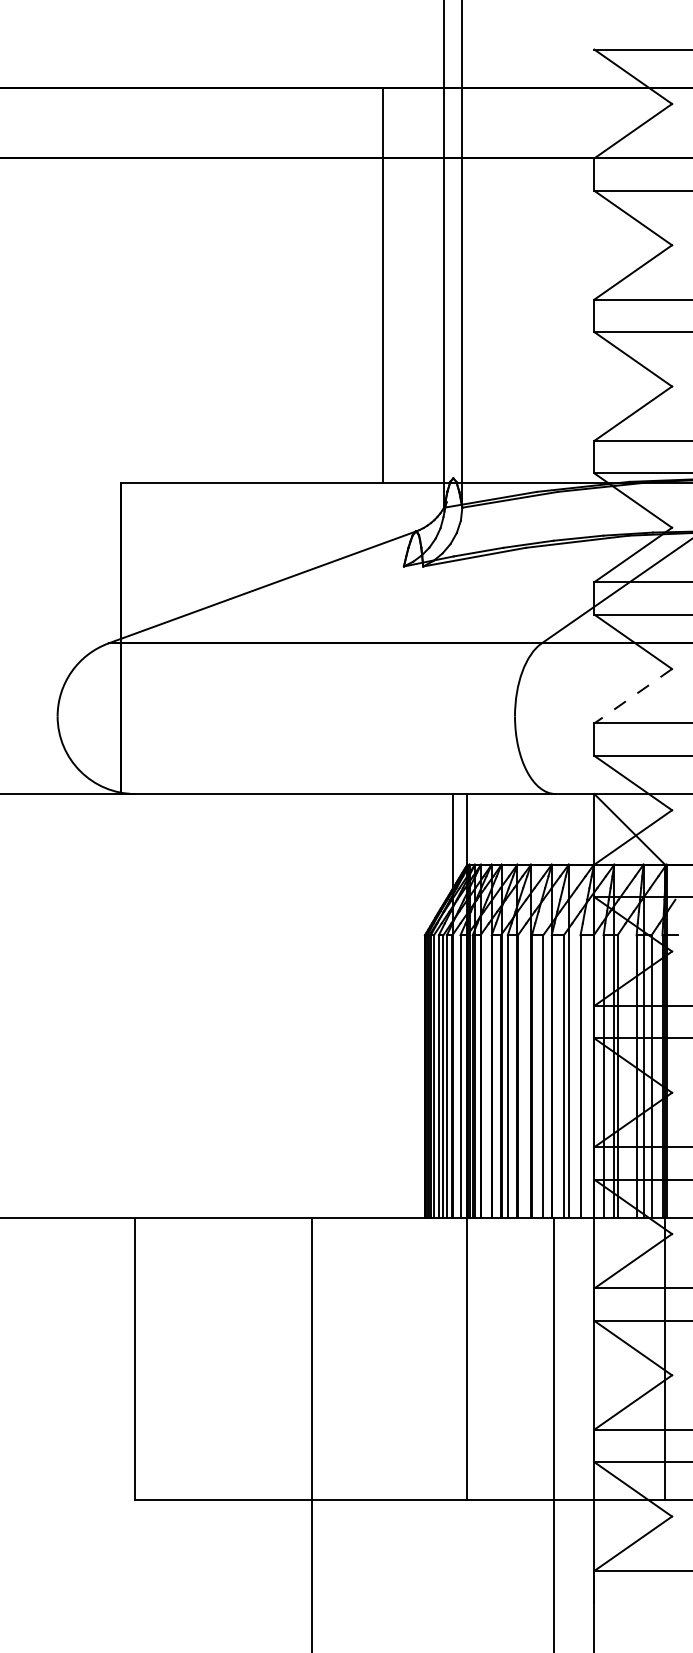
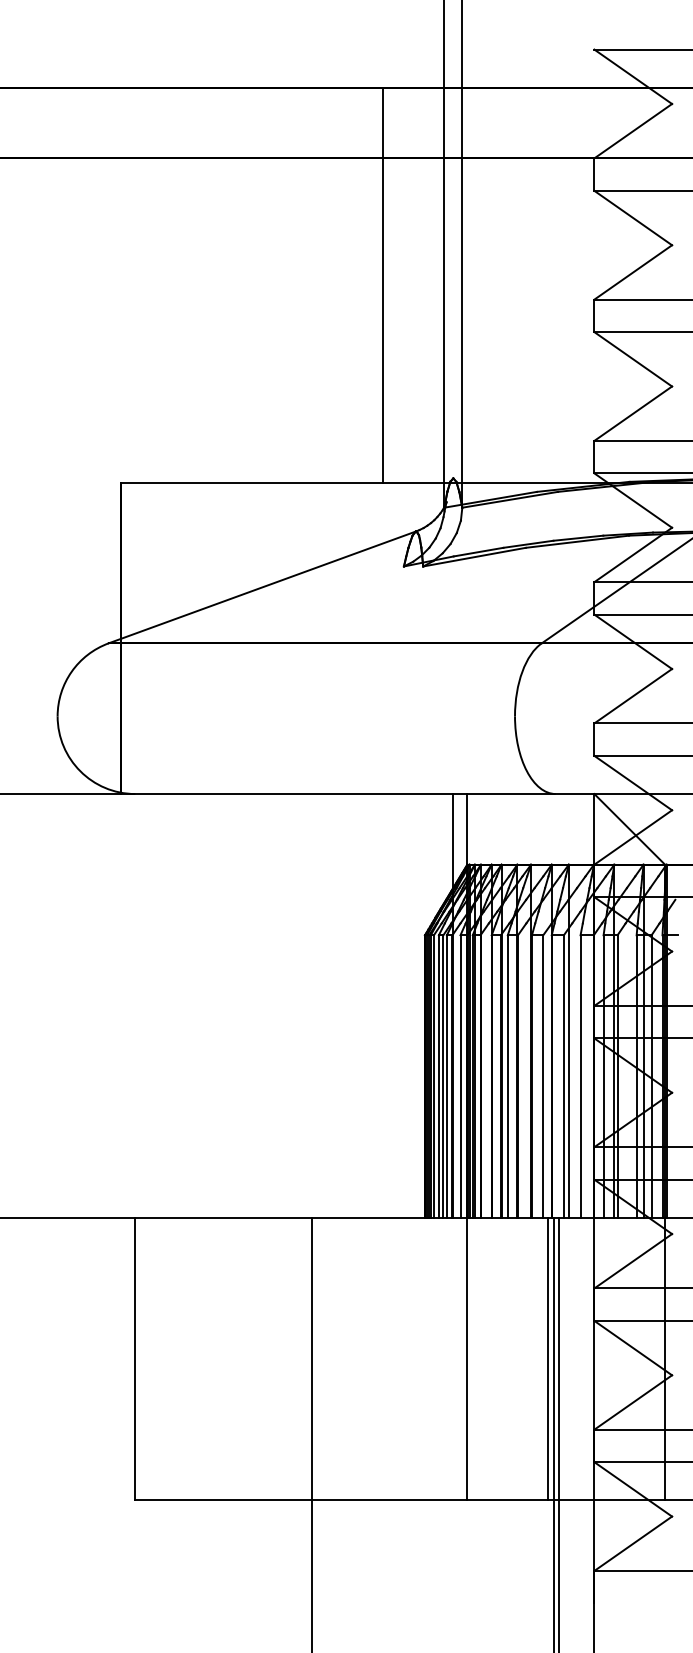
line at (632, 696): dashed -> solid
line at (548, 1358): none -> present
line at (559, 1433): none -> present
